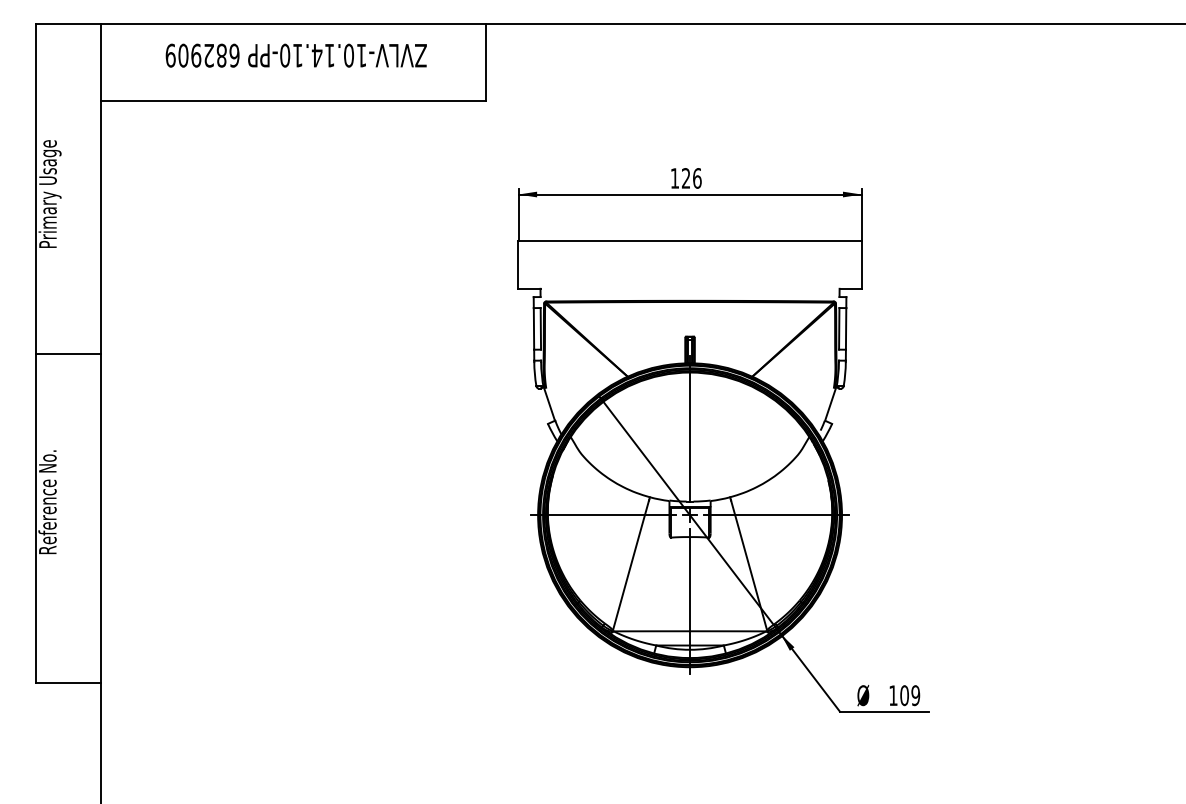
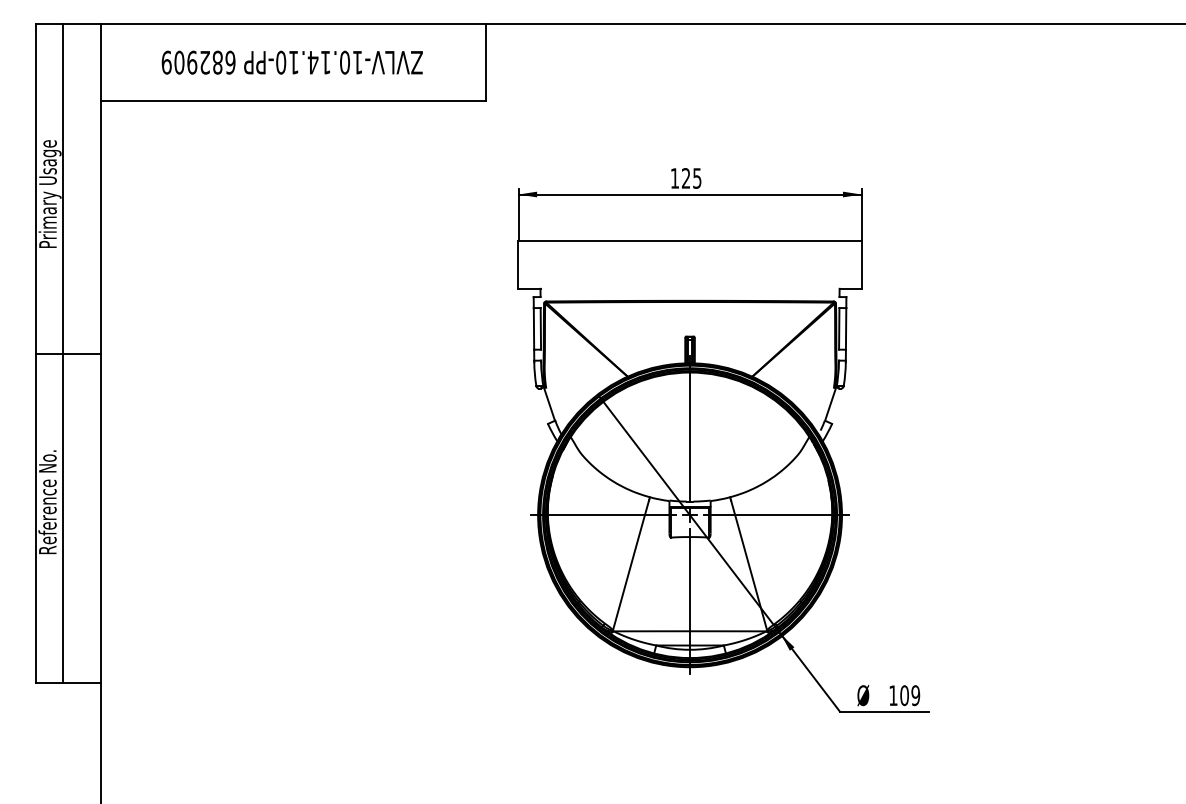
text at (295, 55) position: (295, 55) -> (291, 62)
text at (697, 178): 126 -> 125
line at (63, 353): none -> present
